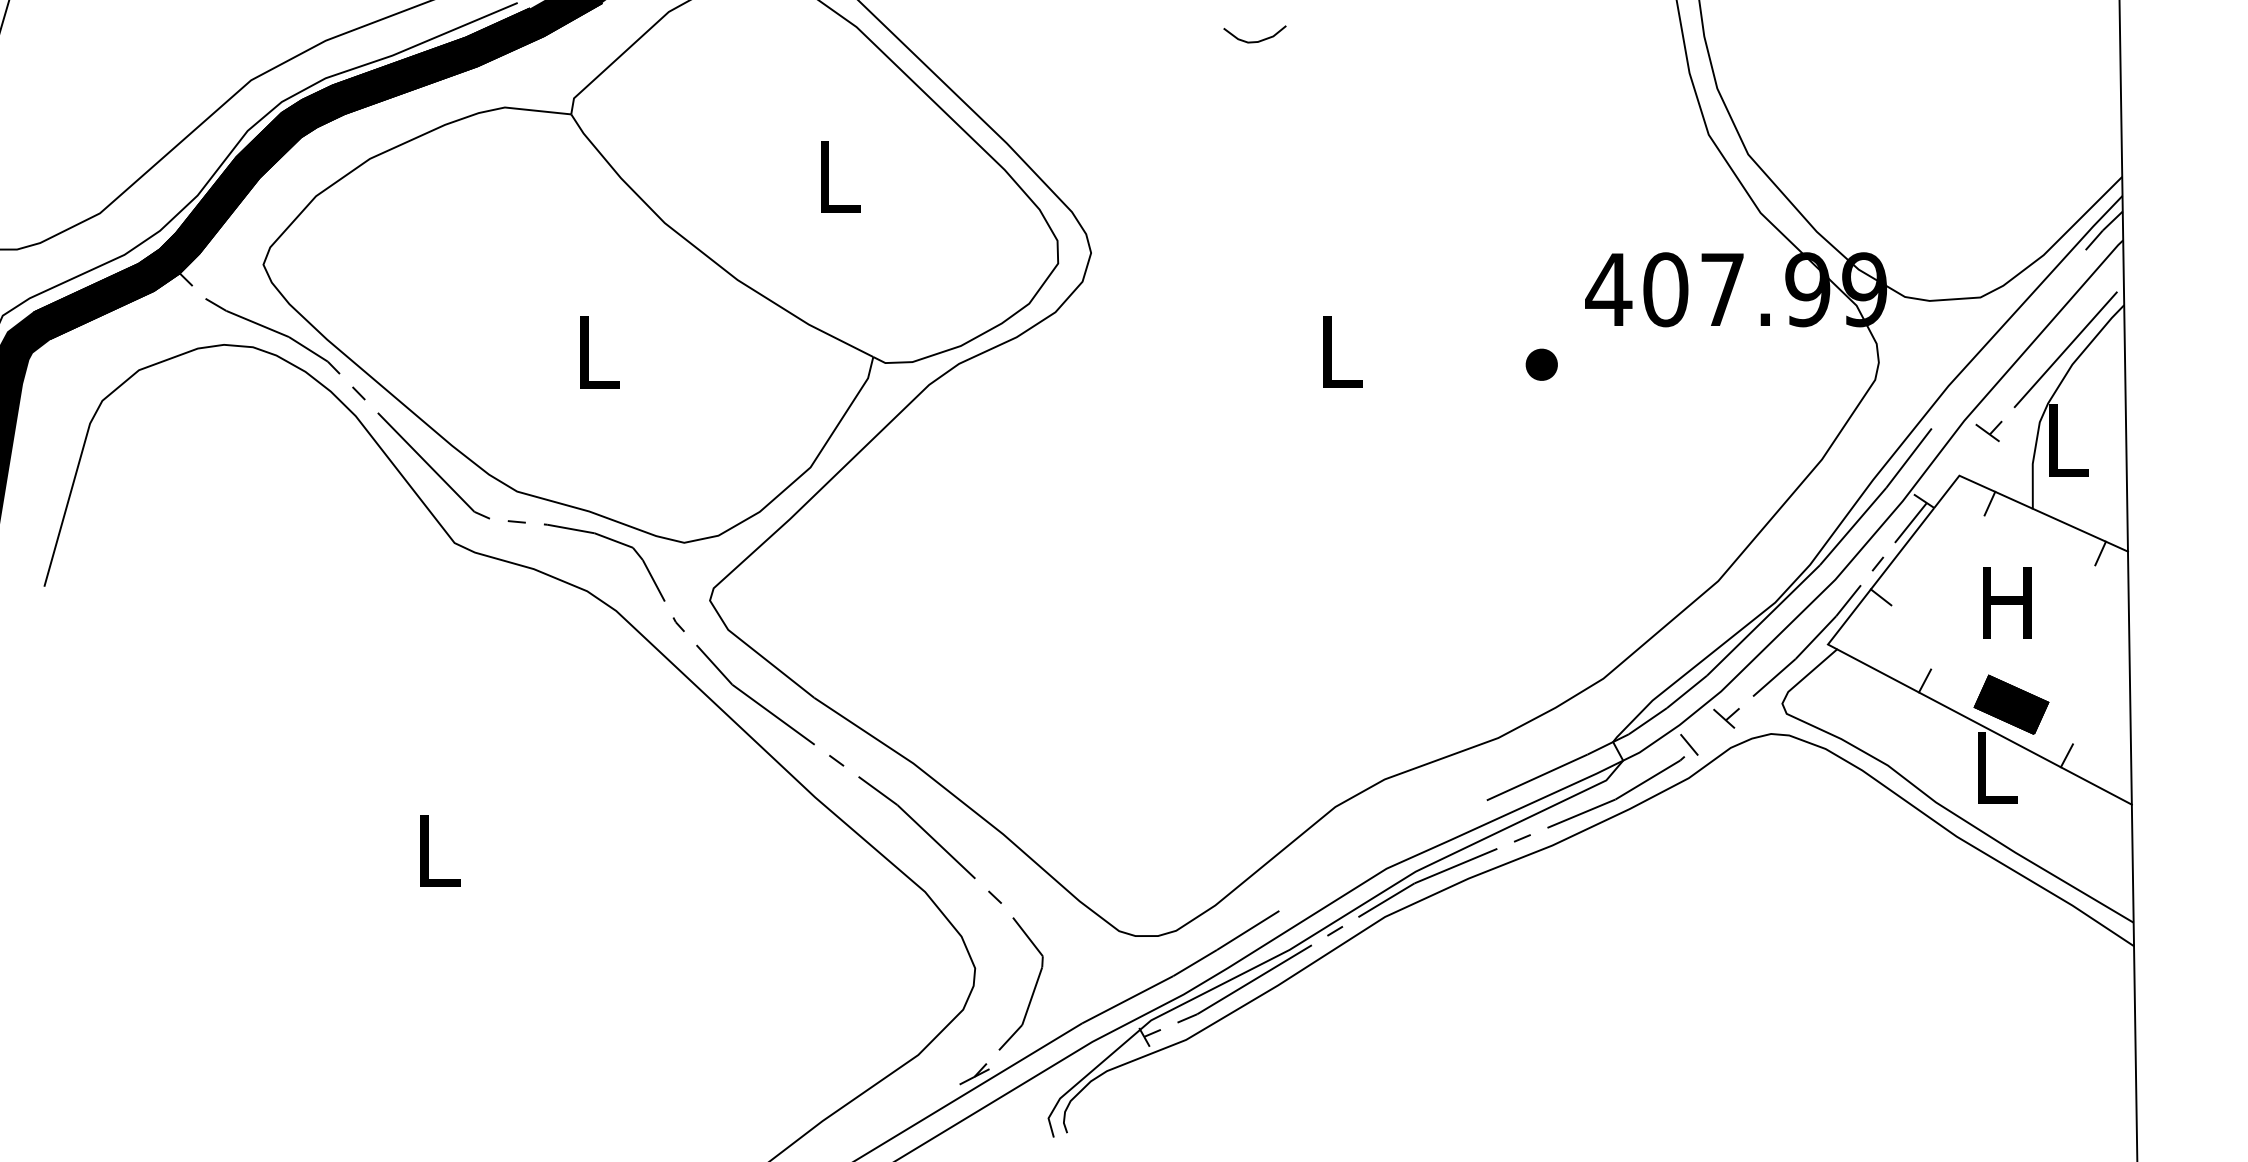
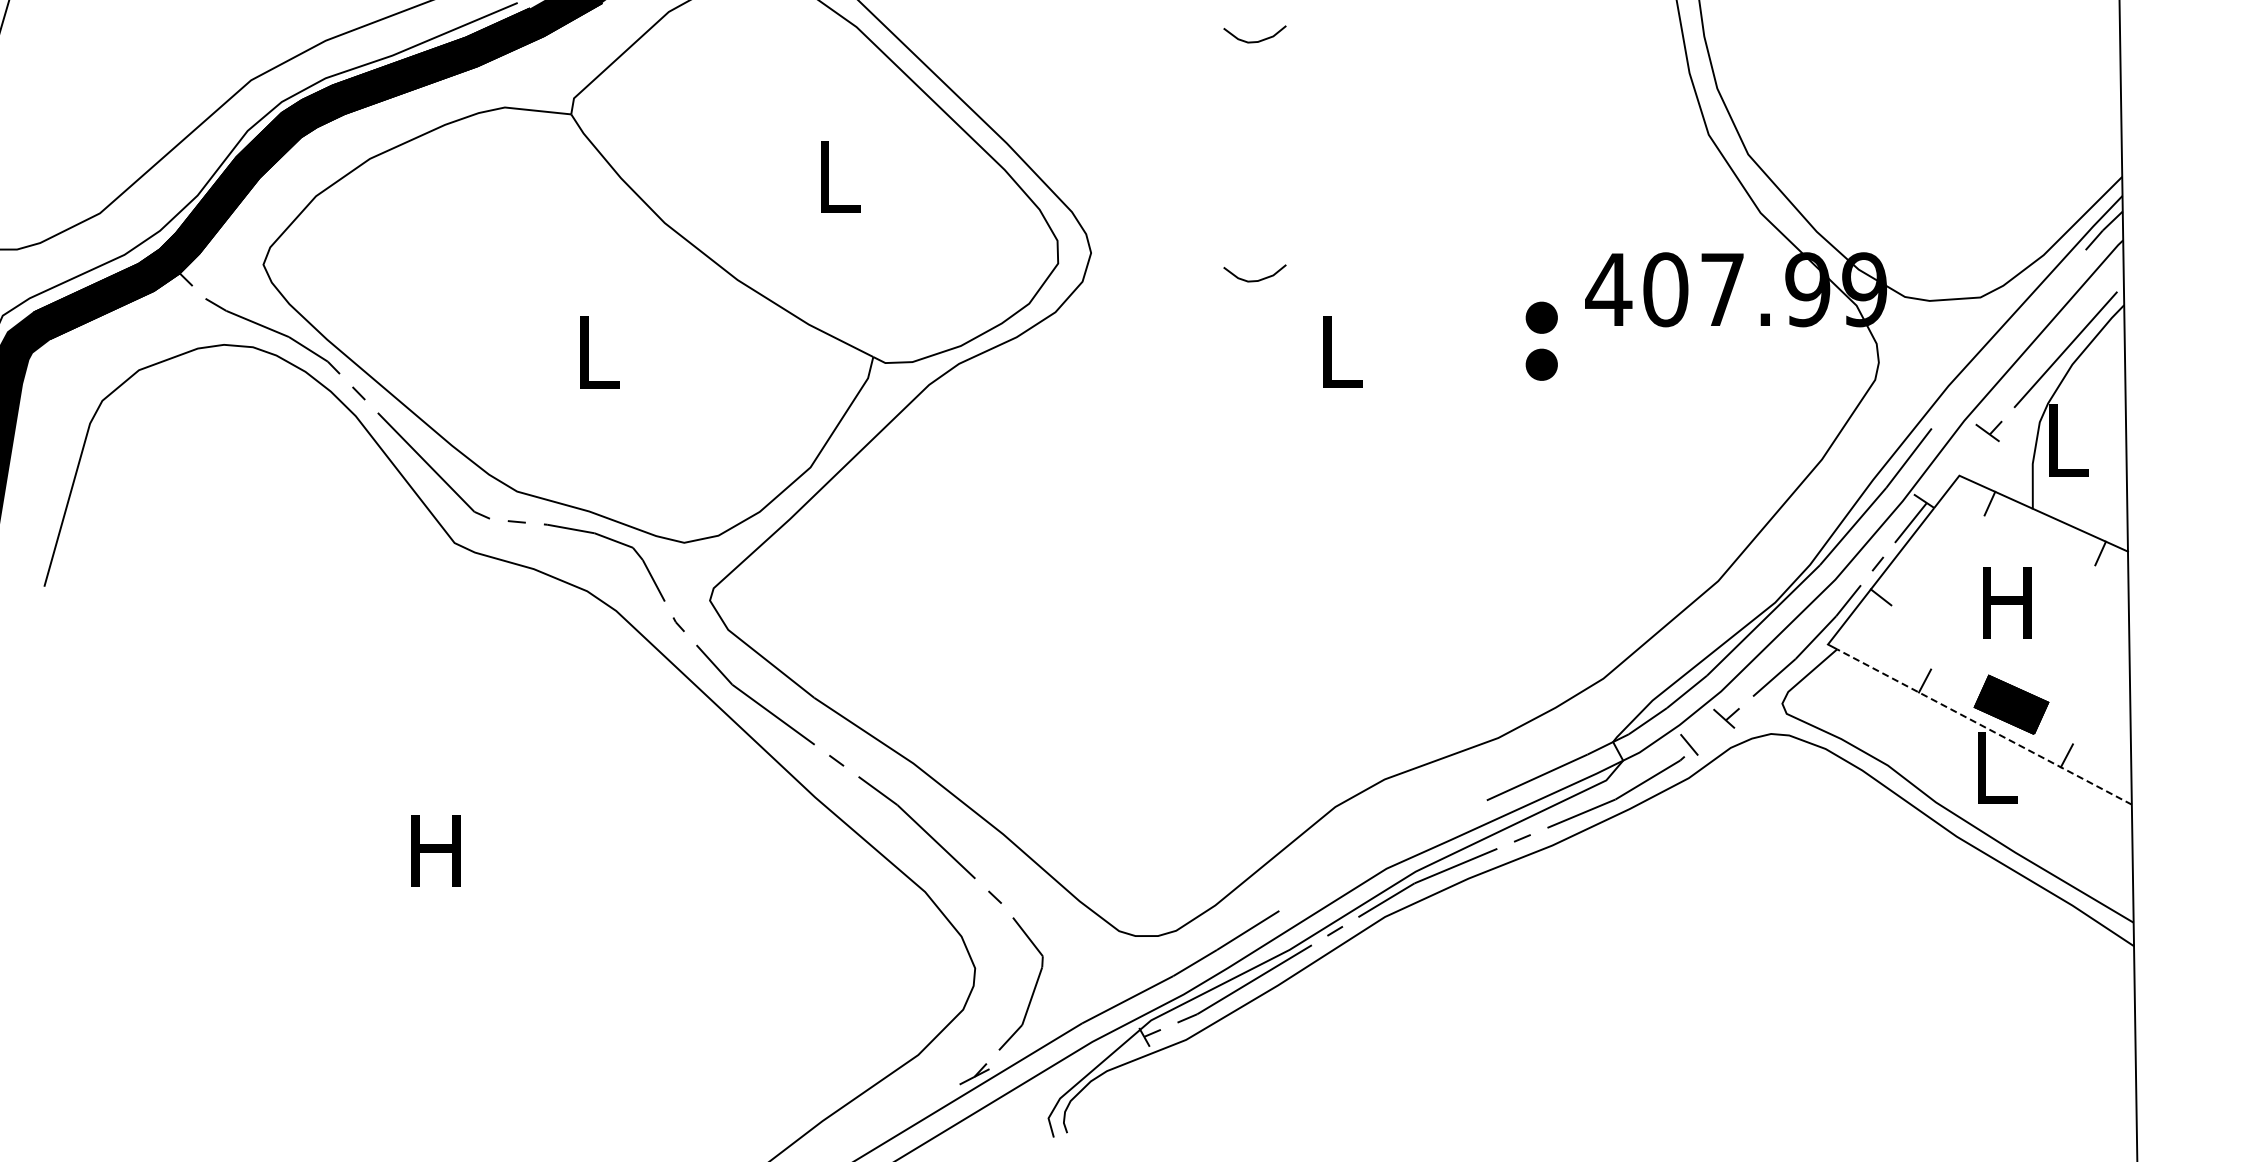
curve at (1254, 280): none -> present
part at (1541, 317): none -> present
line at (1984, 727): solid -> dashed
text at (435, 850): L -> H
